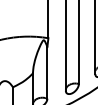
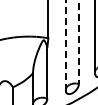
line at (78, 42): solid -> dashed
line at (65, 44): solid -> dashed
